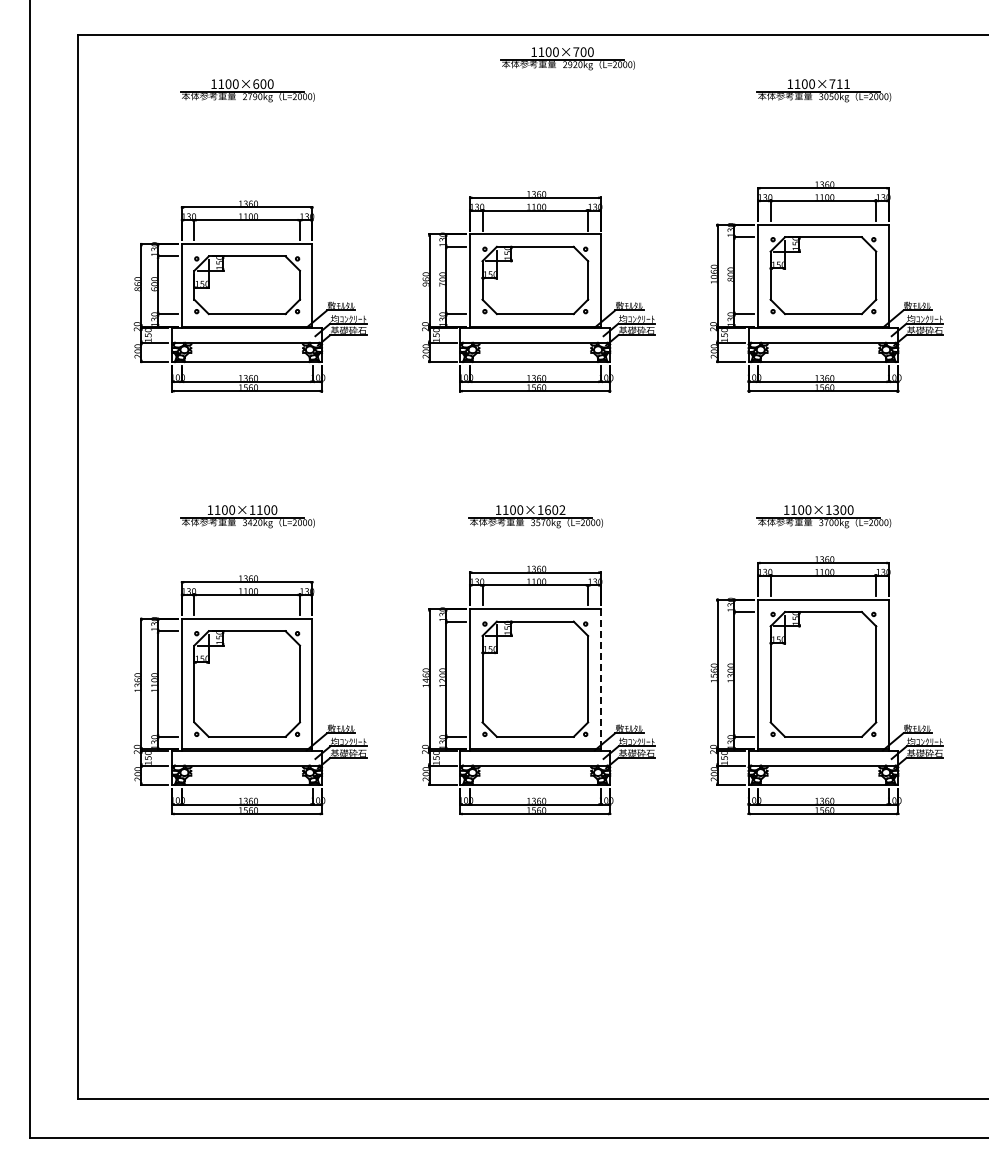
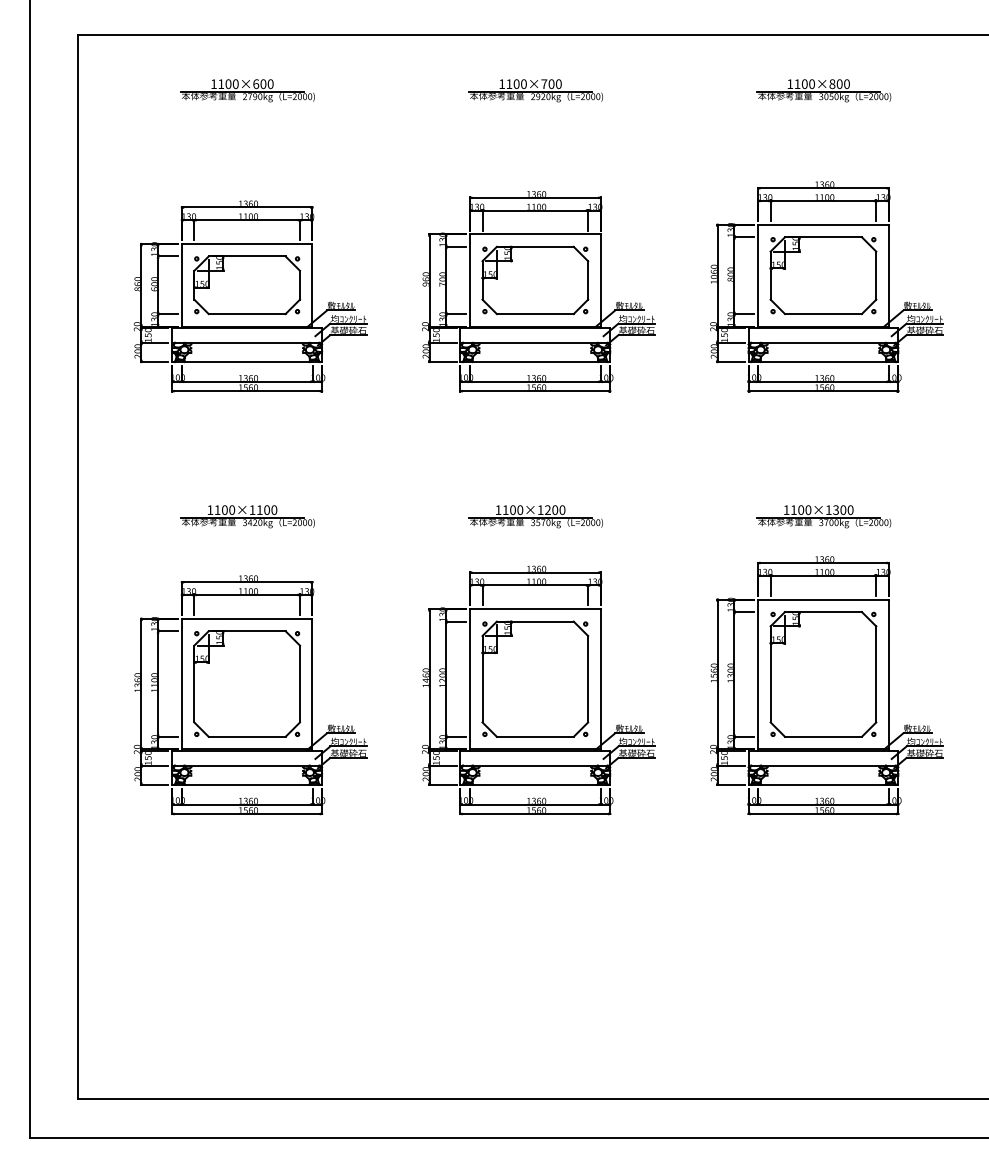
part at (567, 58) position: (567, 58) -> (535, 90)
text at (839, 84): 1100×711 -> 1100×800
text at (555, 510): 1100×1602 -> 1100×1200
line at (600, 679): dashed -> solid
